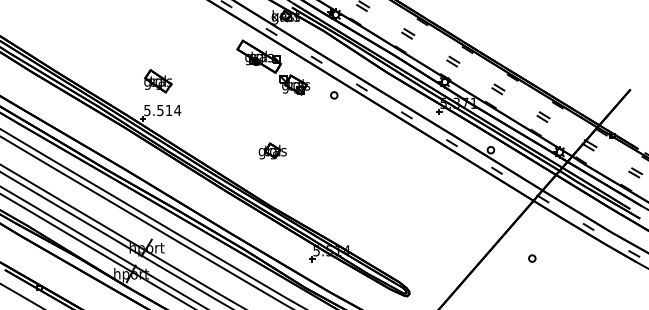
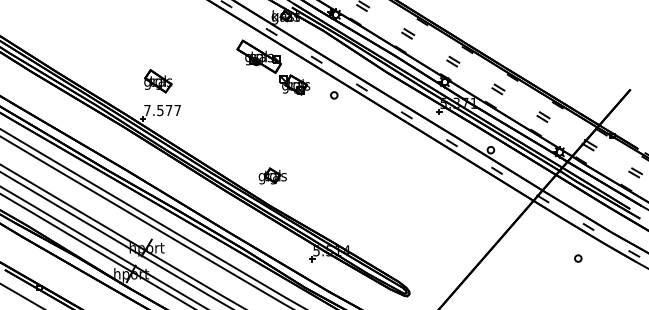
text at (162, 110): 5.514 -> 7.577
part at (272, 150) position: (272, 150) -> (272, 175)
part at (532, 258) position: (532, 258) -> (578, 258)
